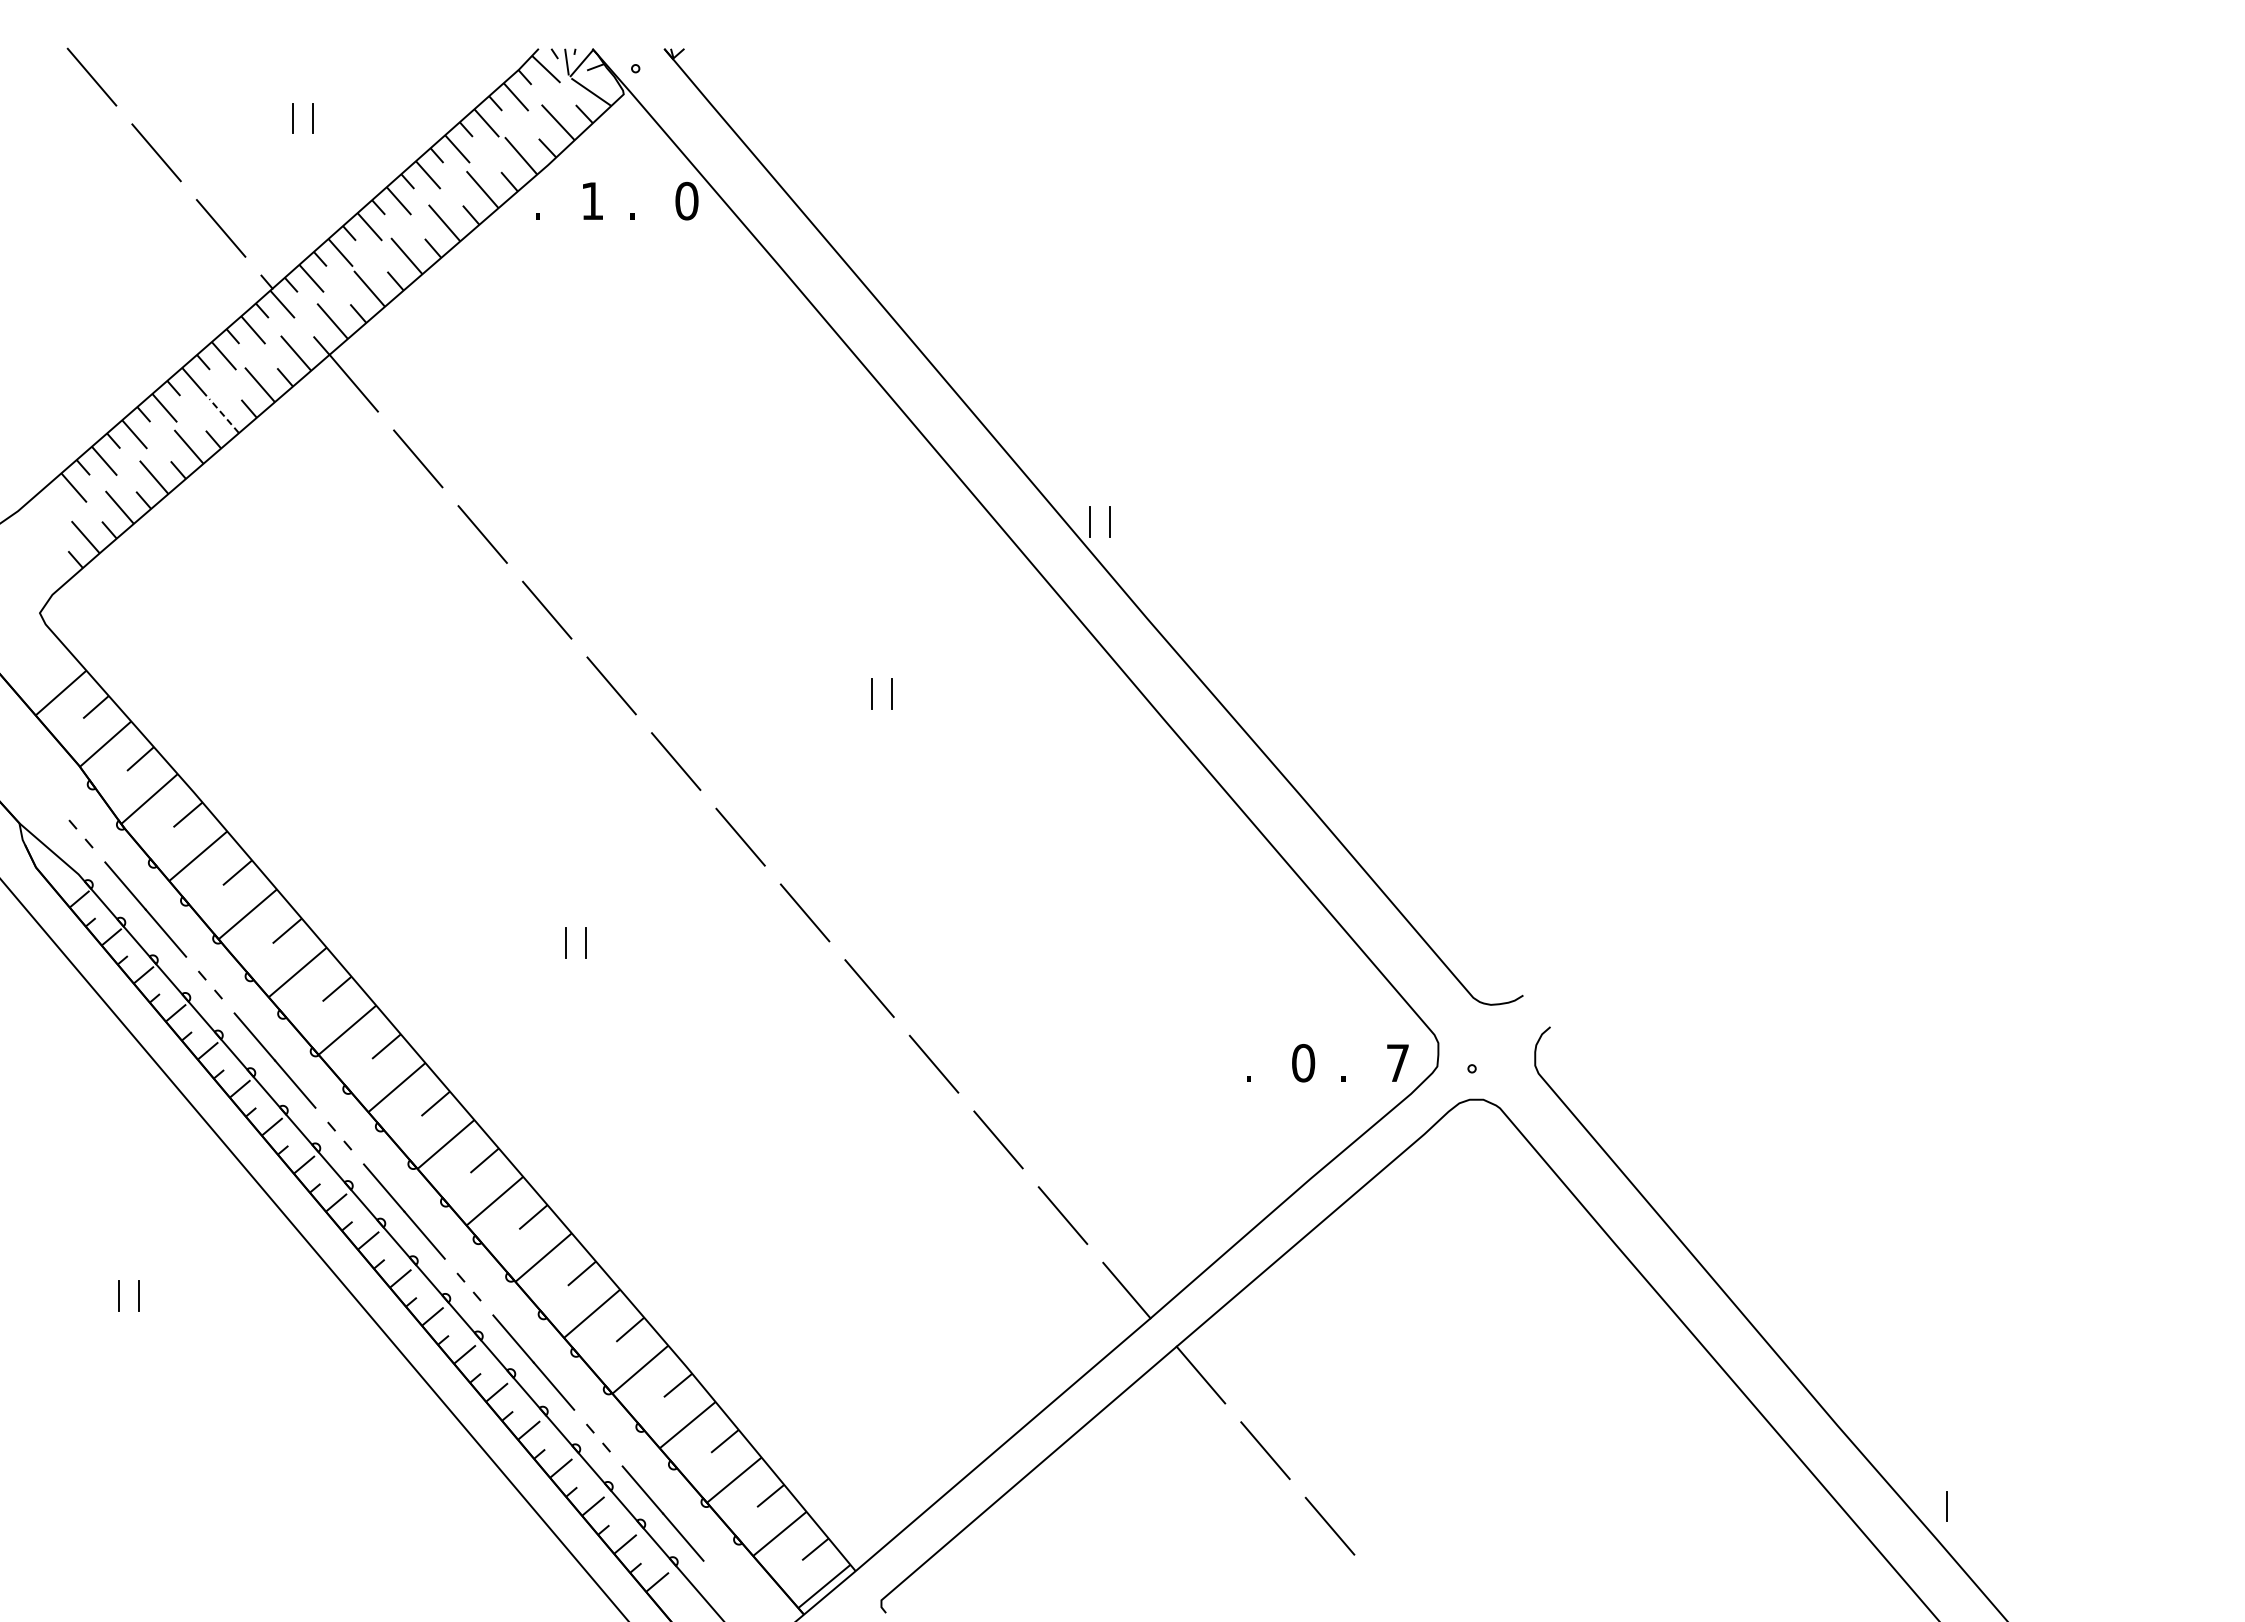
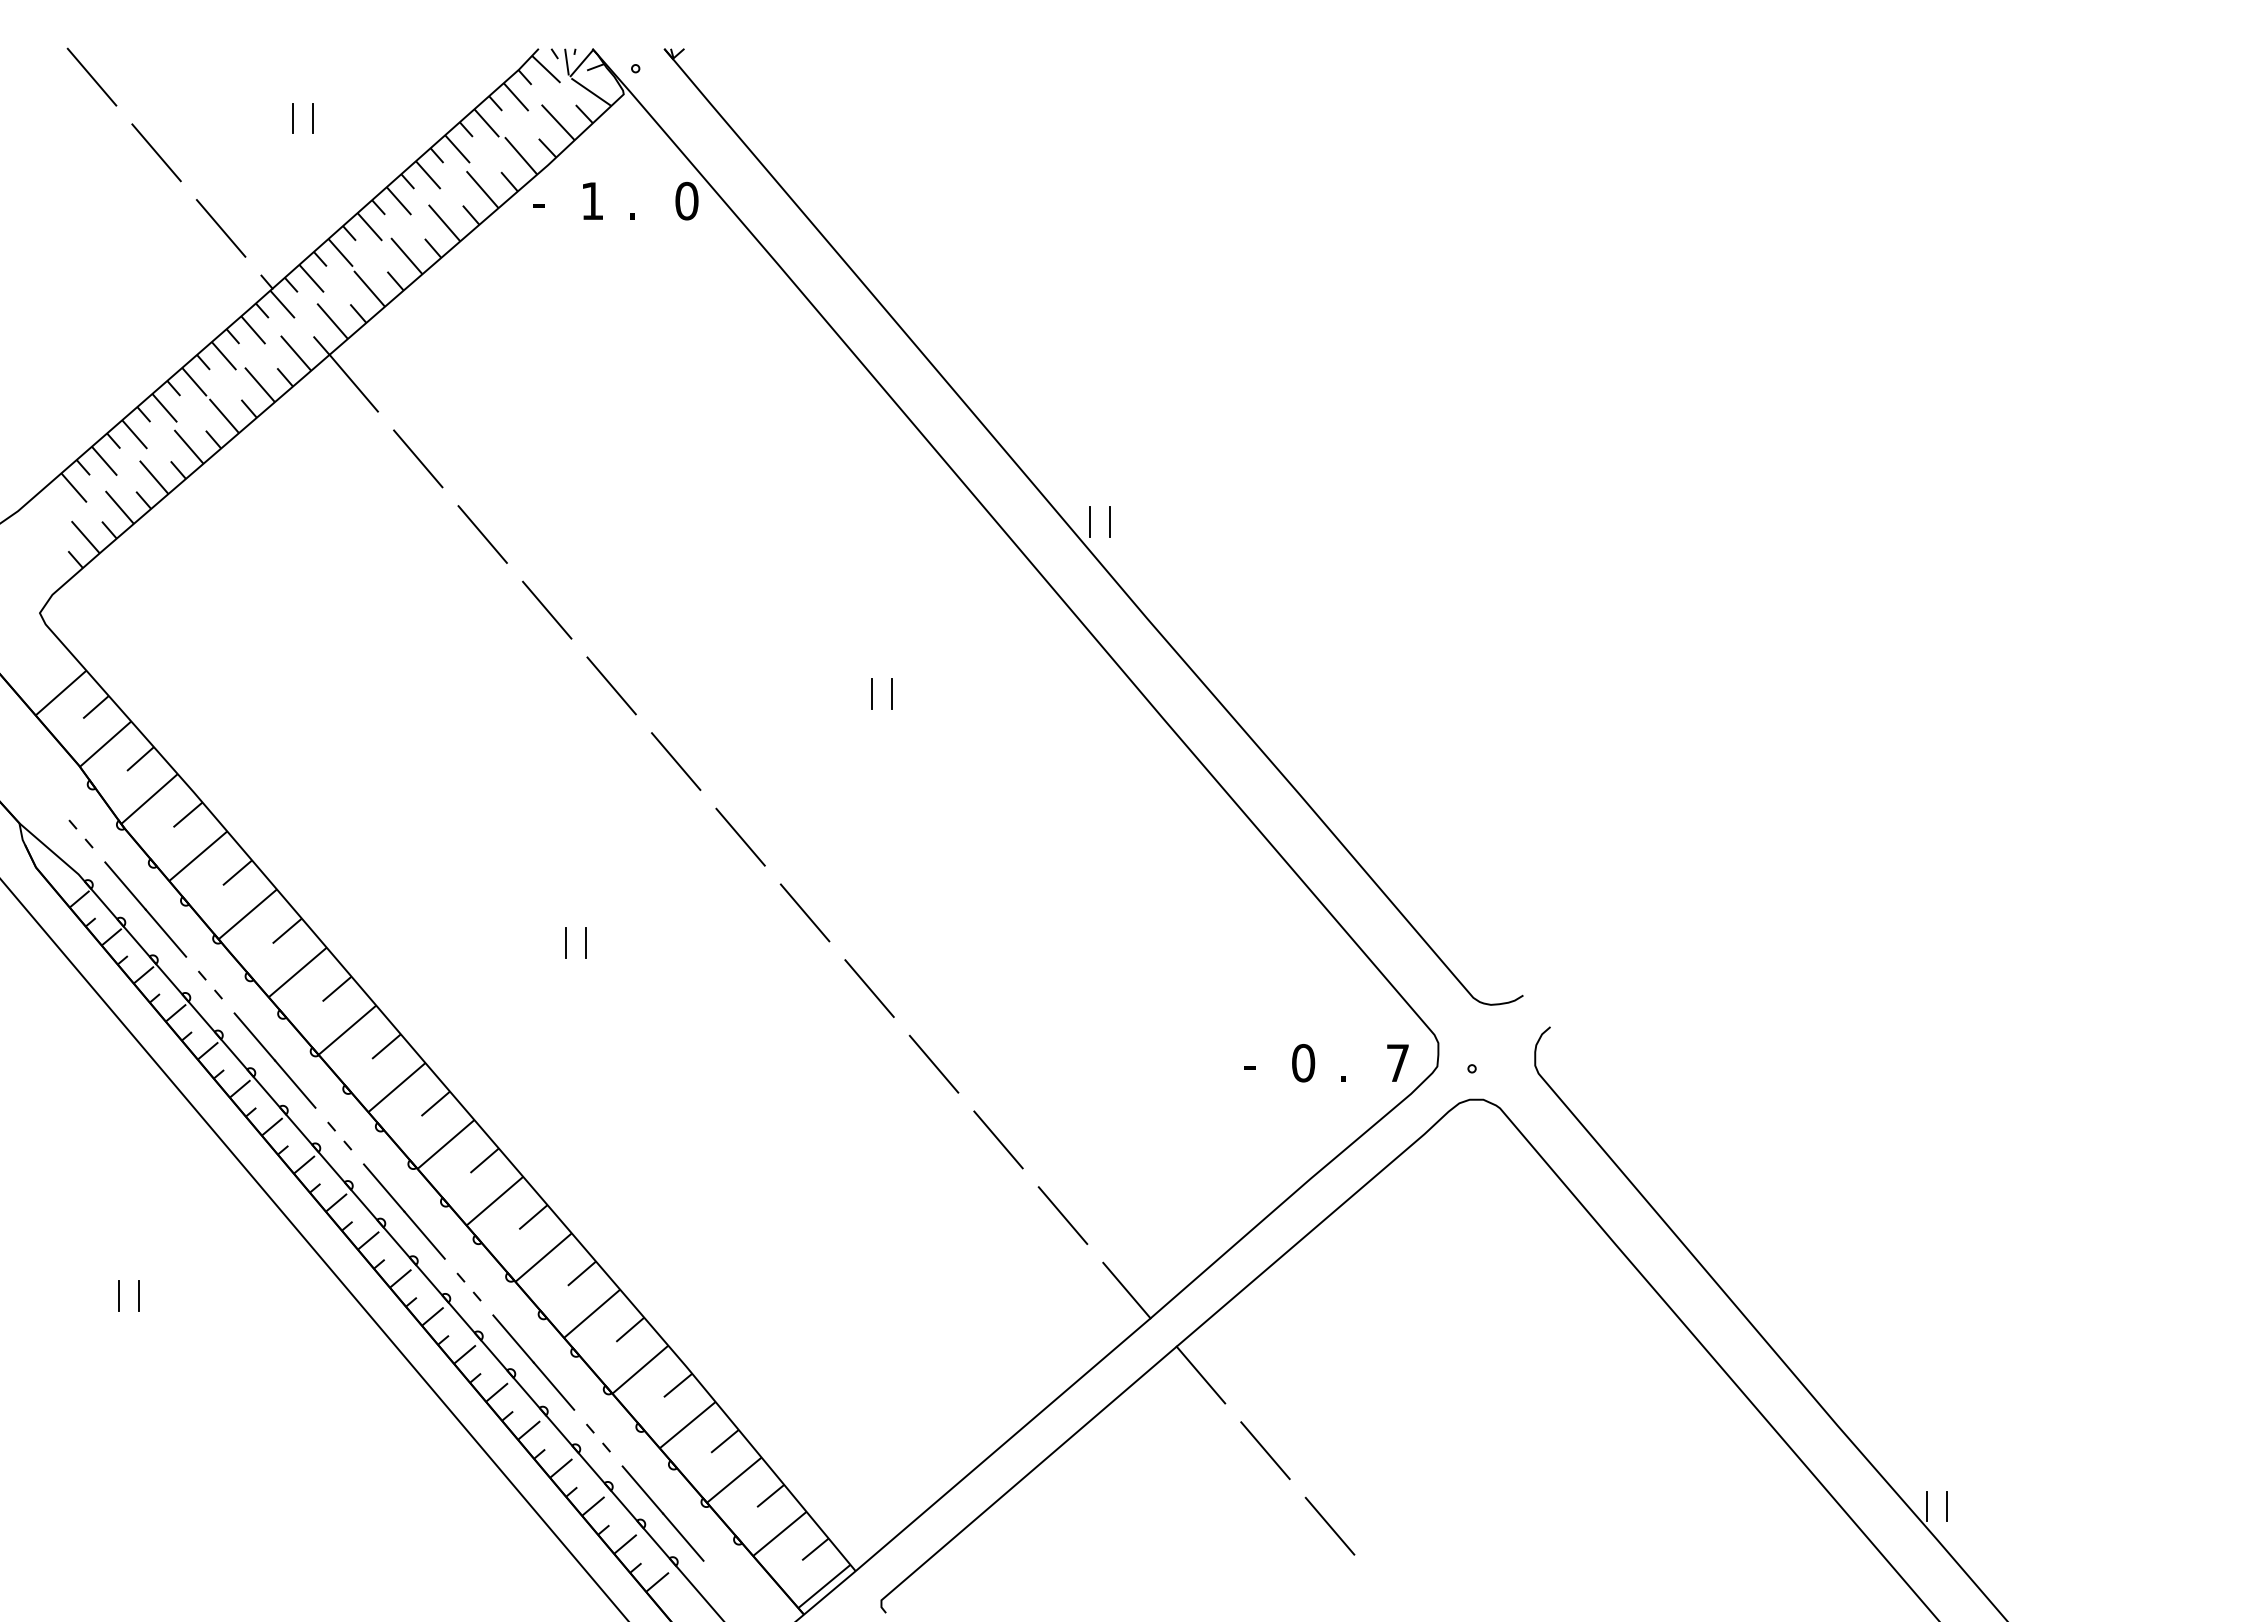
text at (538, 211): . -> -
line at (223, 415): dashed -> solid
text at (1249, 1073): . -> -
line at (1926, 1506): none -> present
